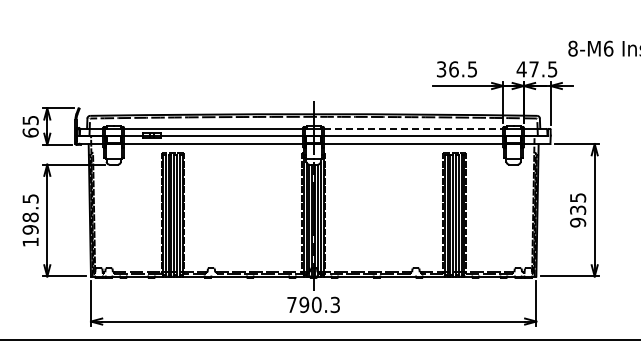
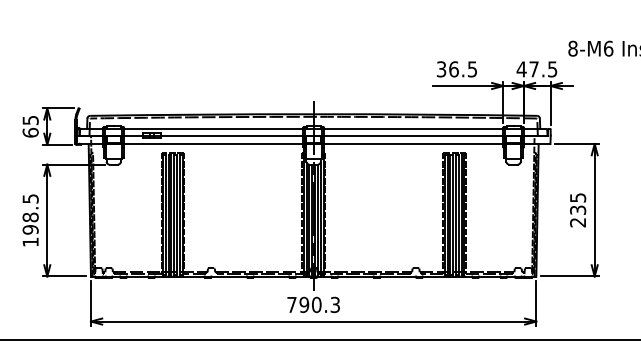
line at (413, 128): dashed -> solid
text at (578, 222): 935 -> 235
